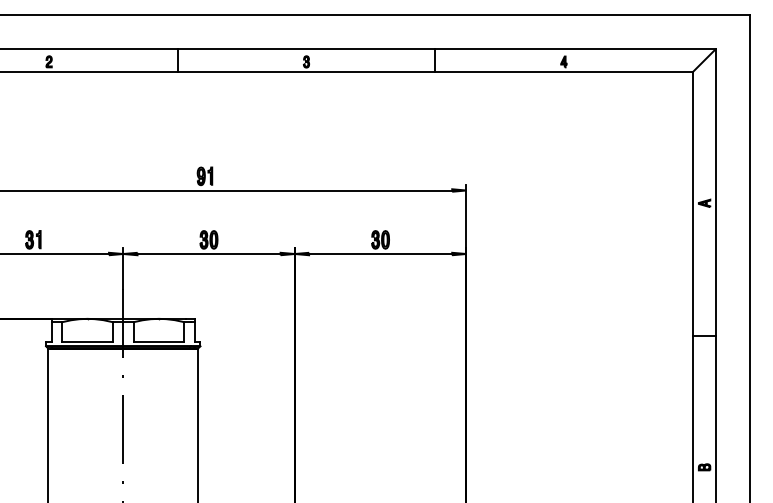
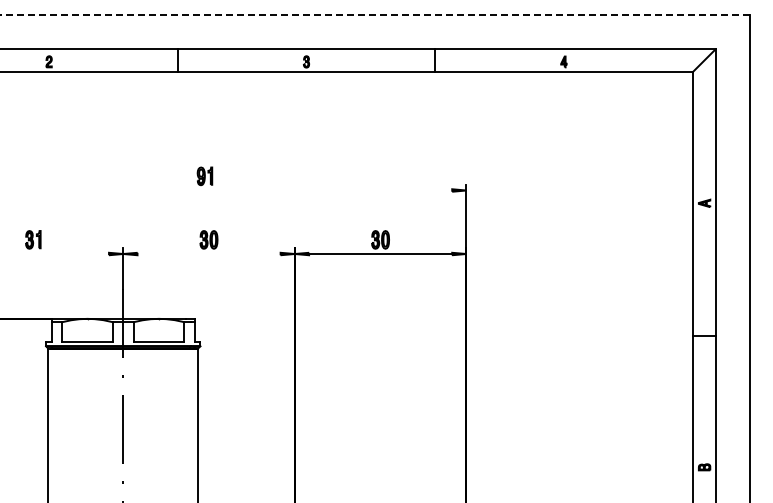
line at (375, 15): solid -> dashed
line at (227, 190): present -> none
line at (55, 254): present -> none
line at (208, 254): present -> none
